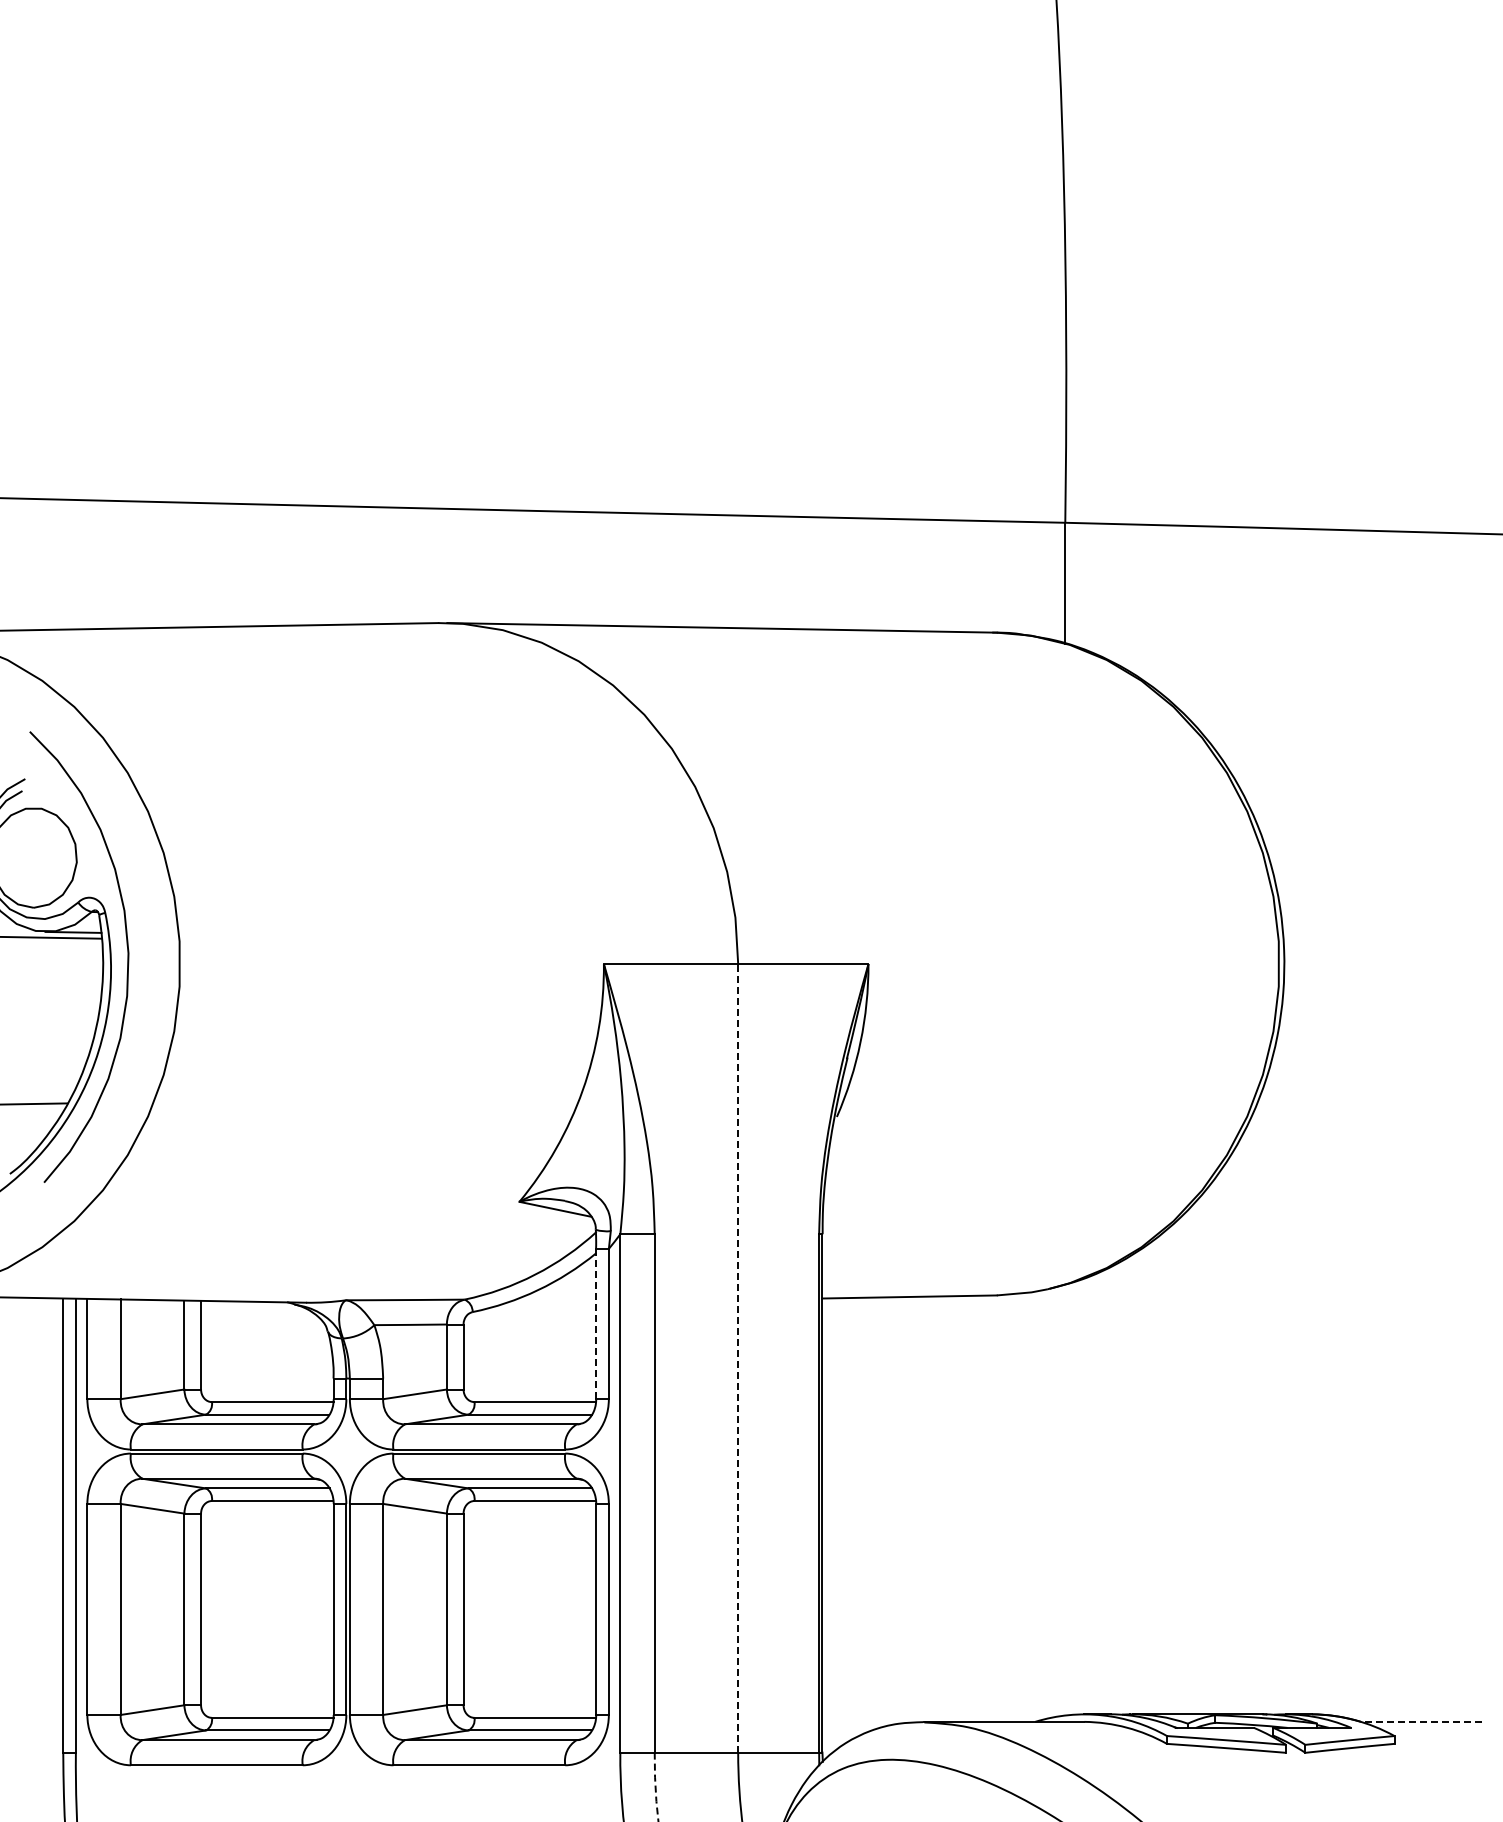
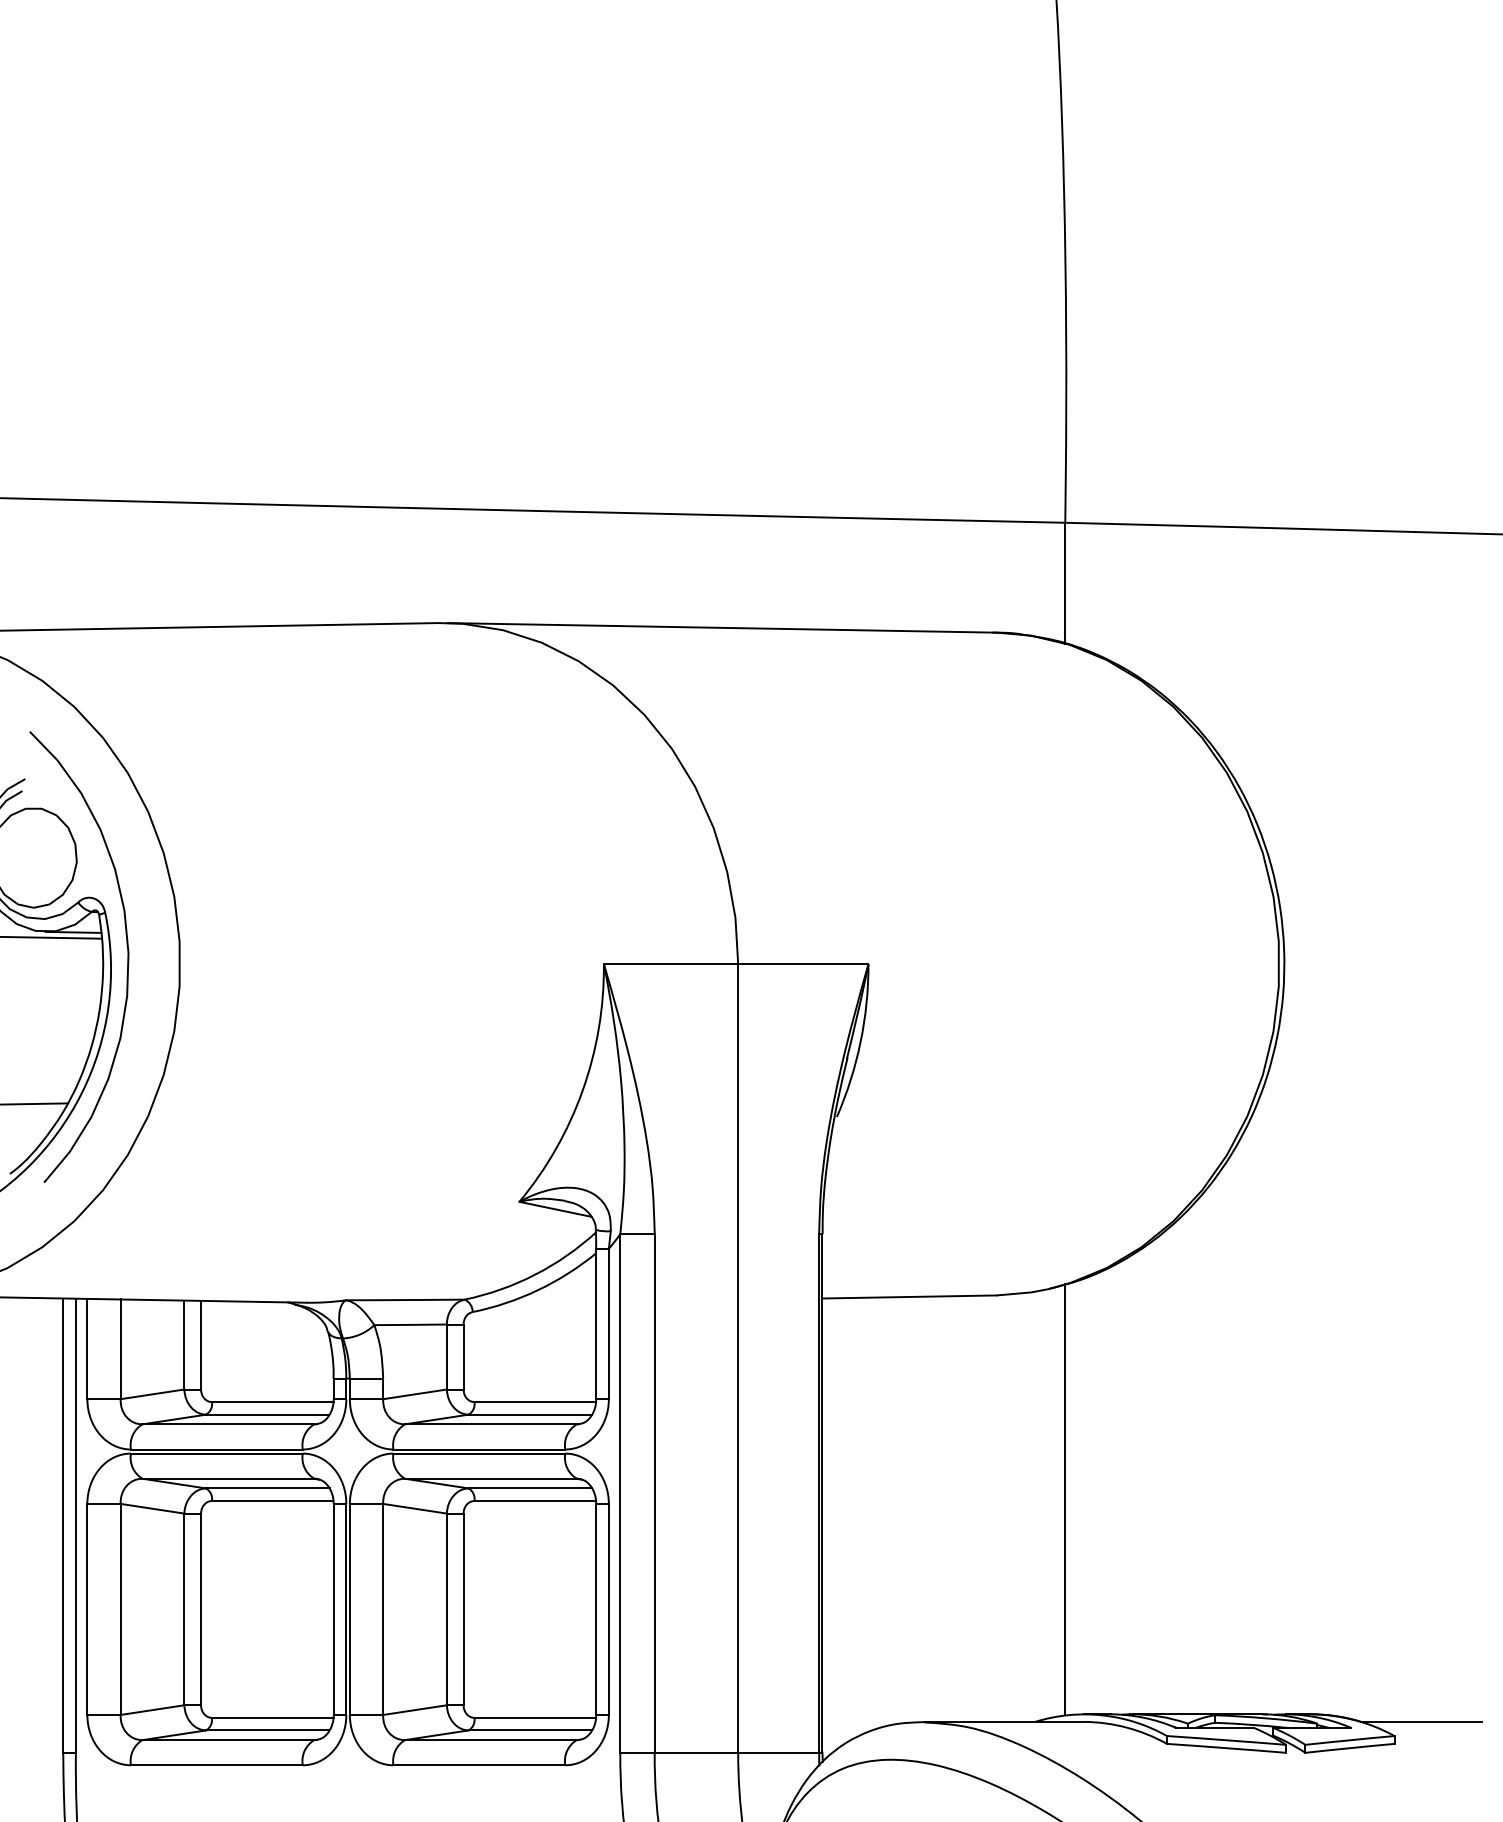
line at (596, 1324): dashed -> solid
line at (738, 1357): dashed -> solid
line at (1065, 1499): none -> present
line at (1421, 1721): dashed -> solid
arc at (655, 1787): dashed -> solid
